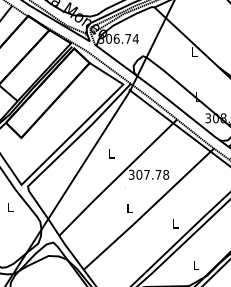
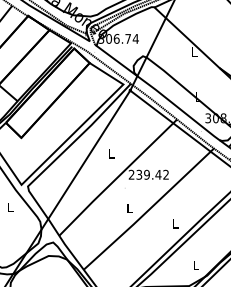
text at (148, 174): 307.78 -> 239.42
